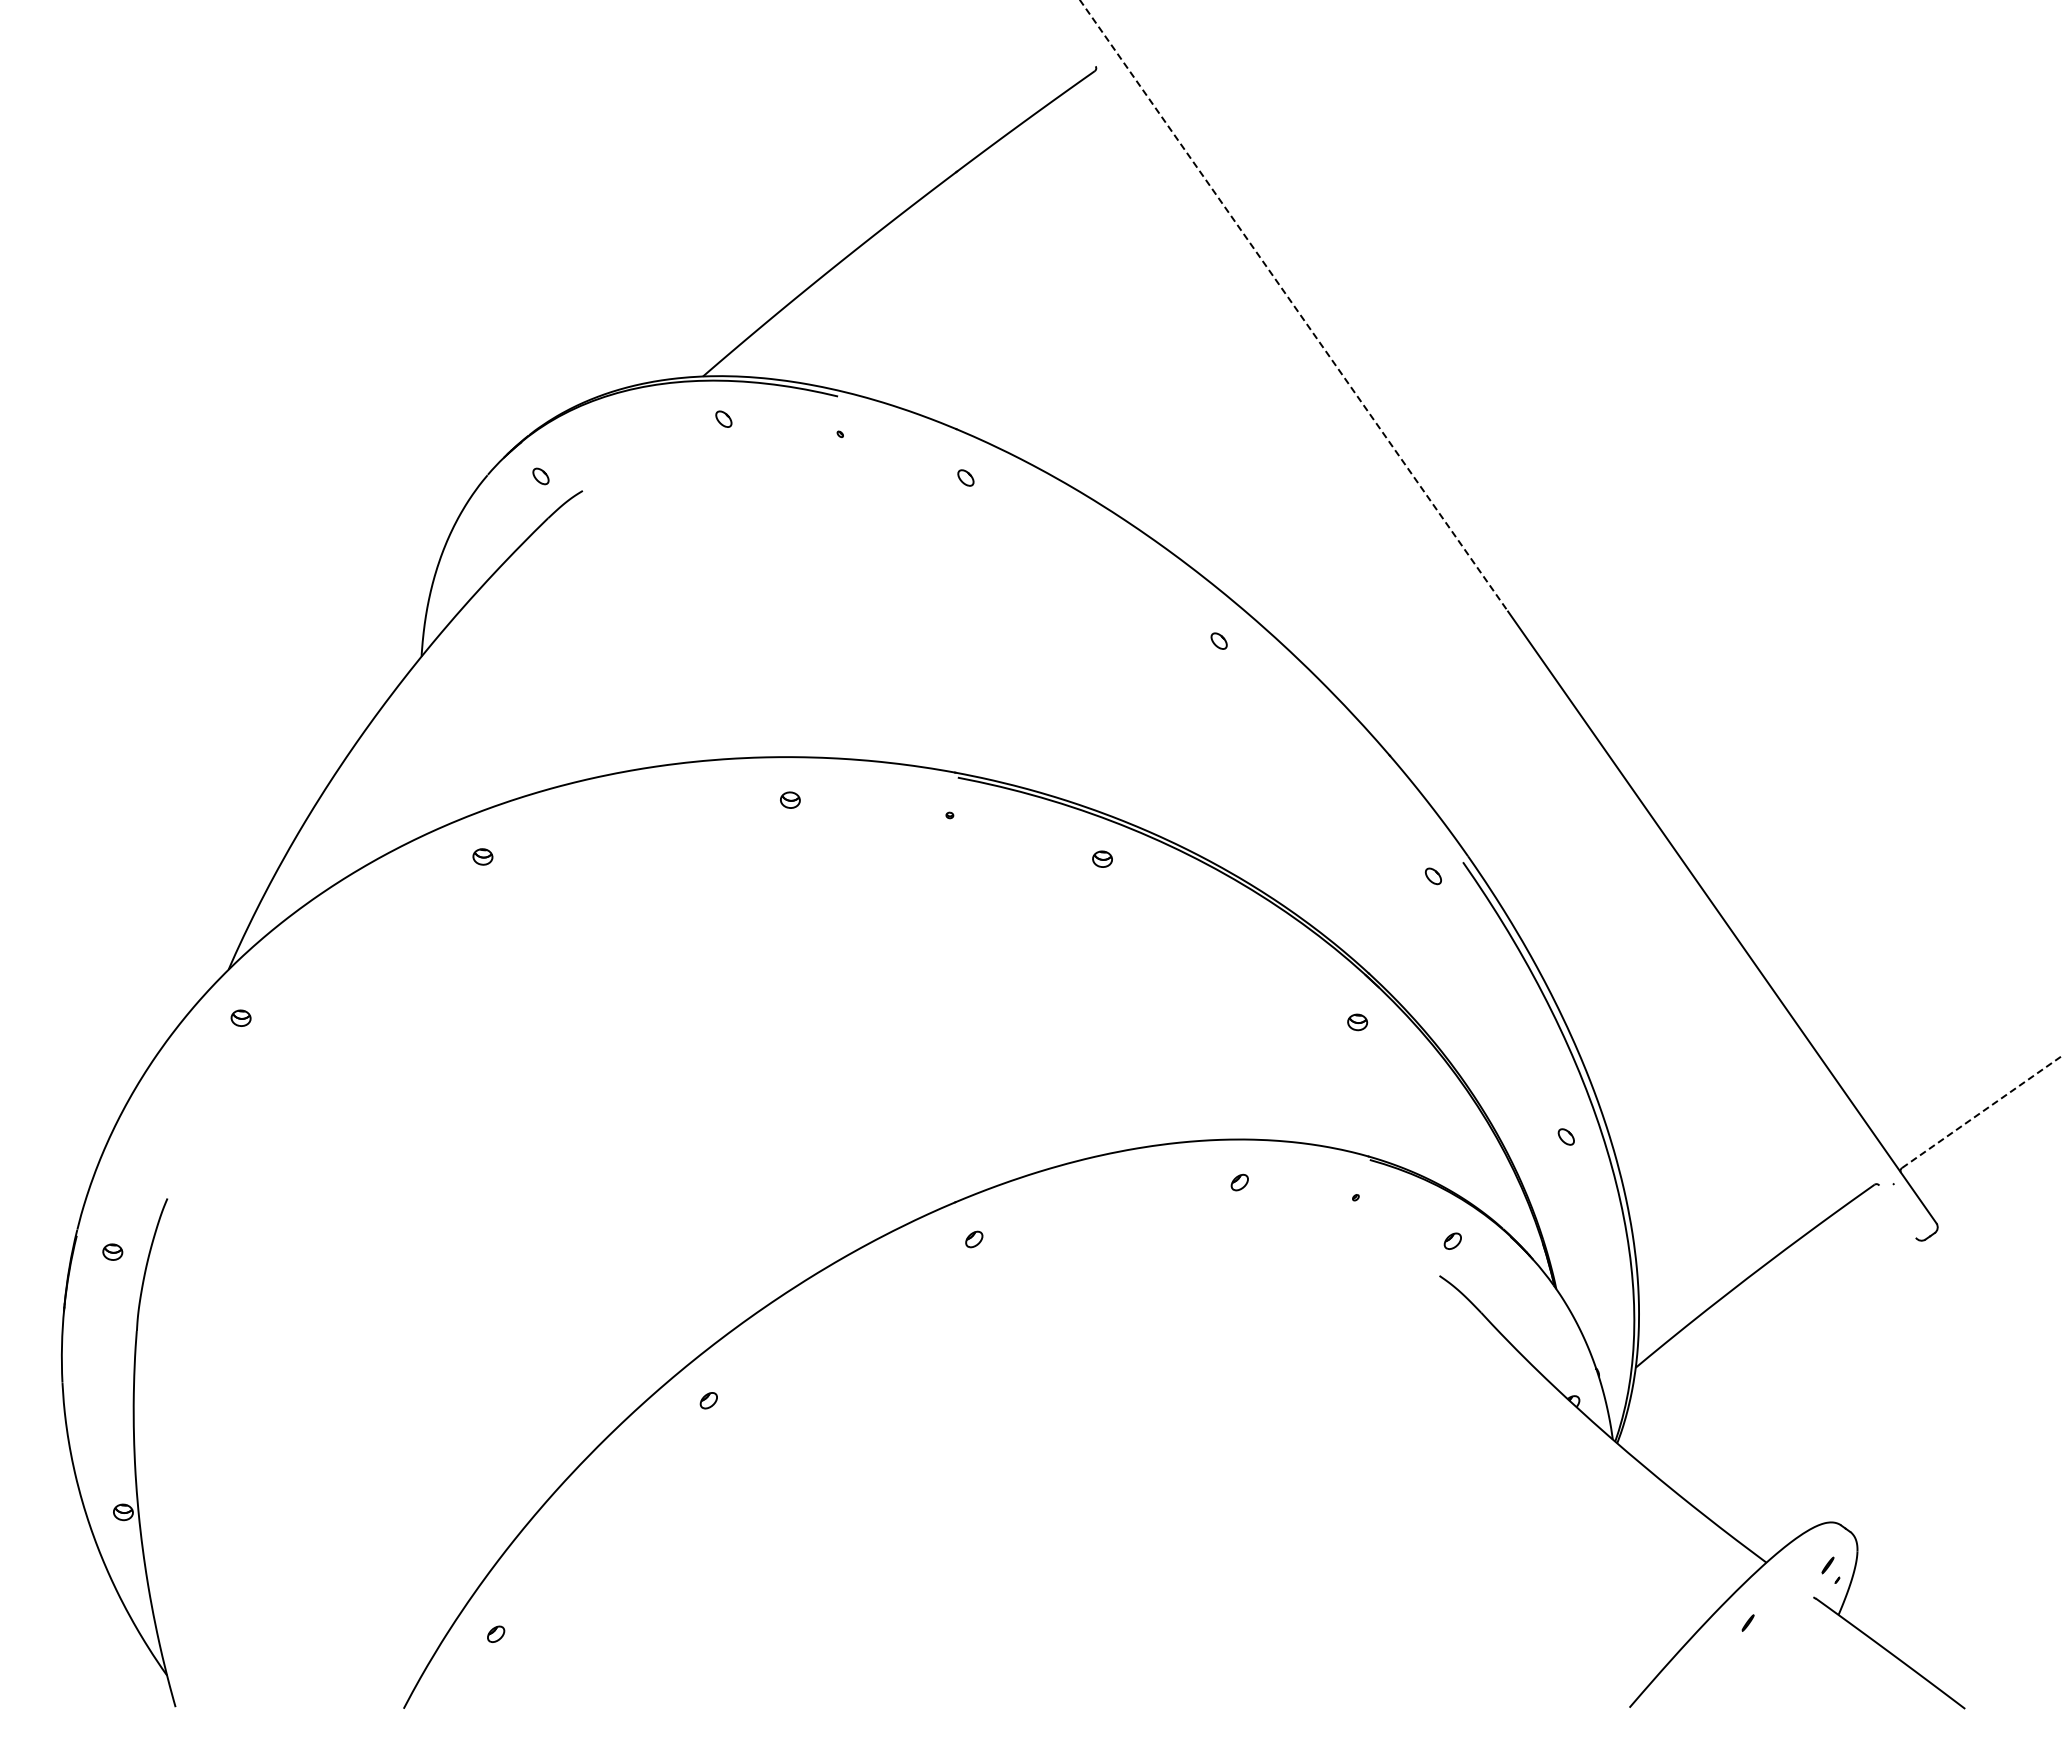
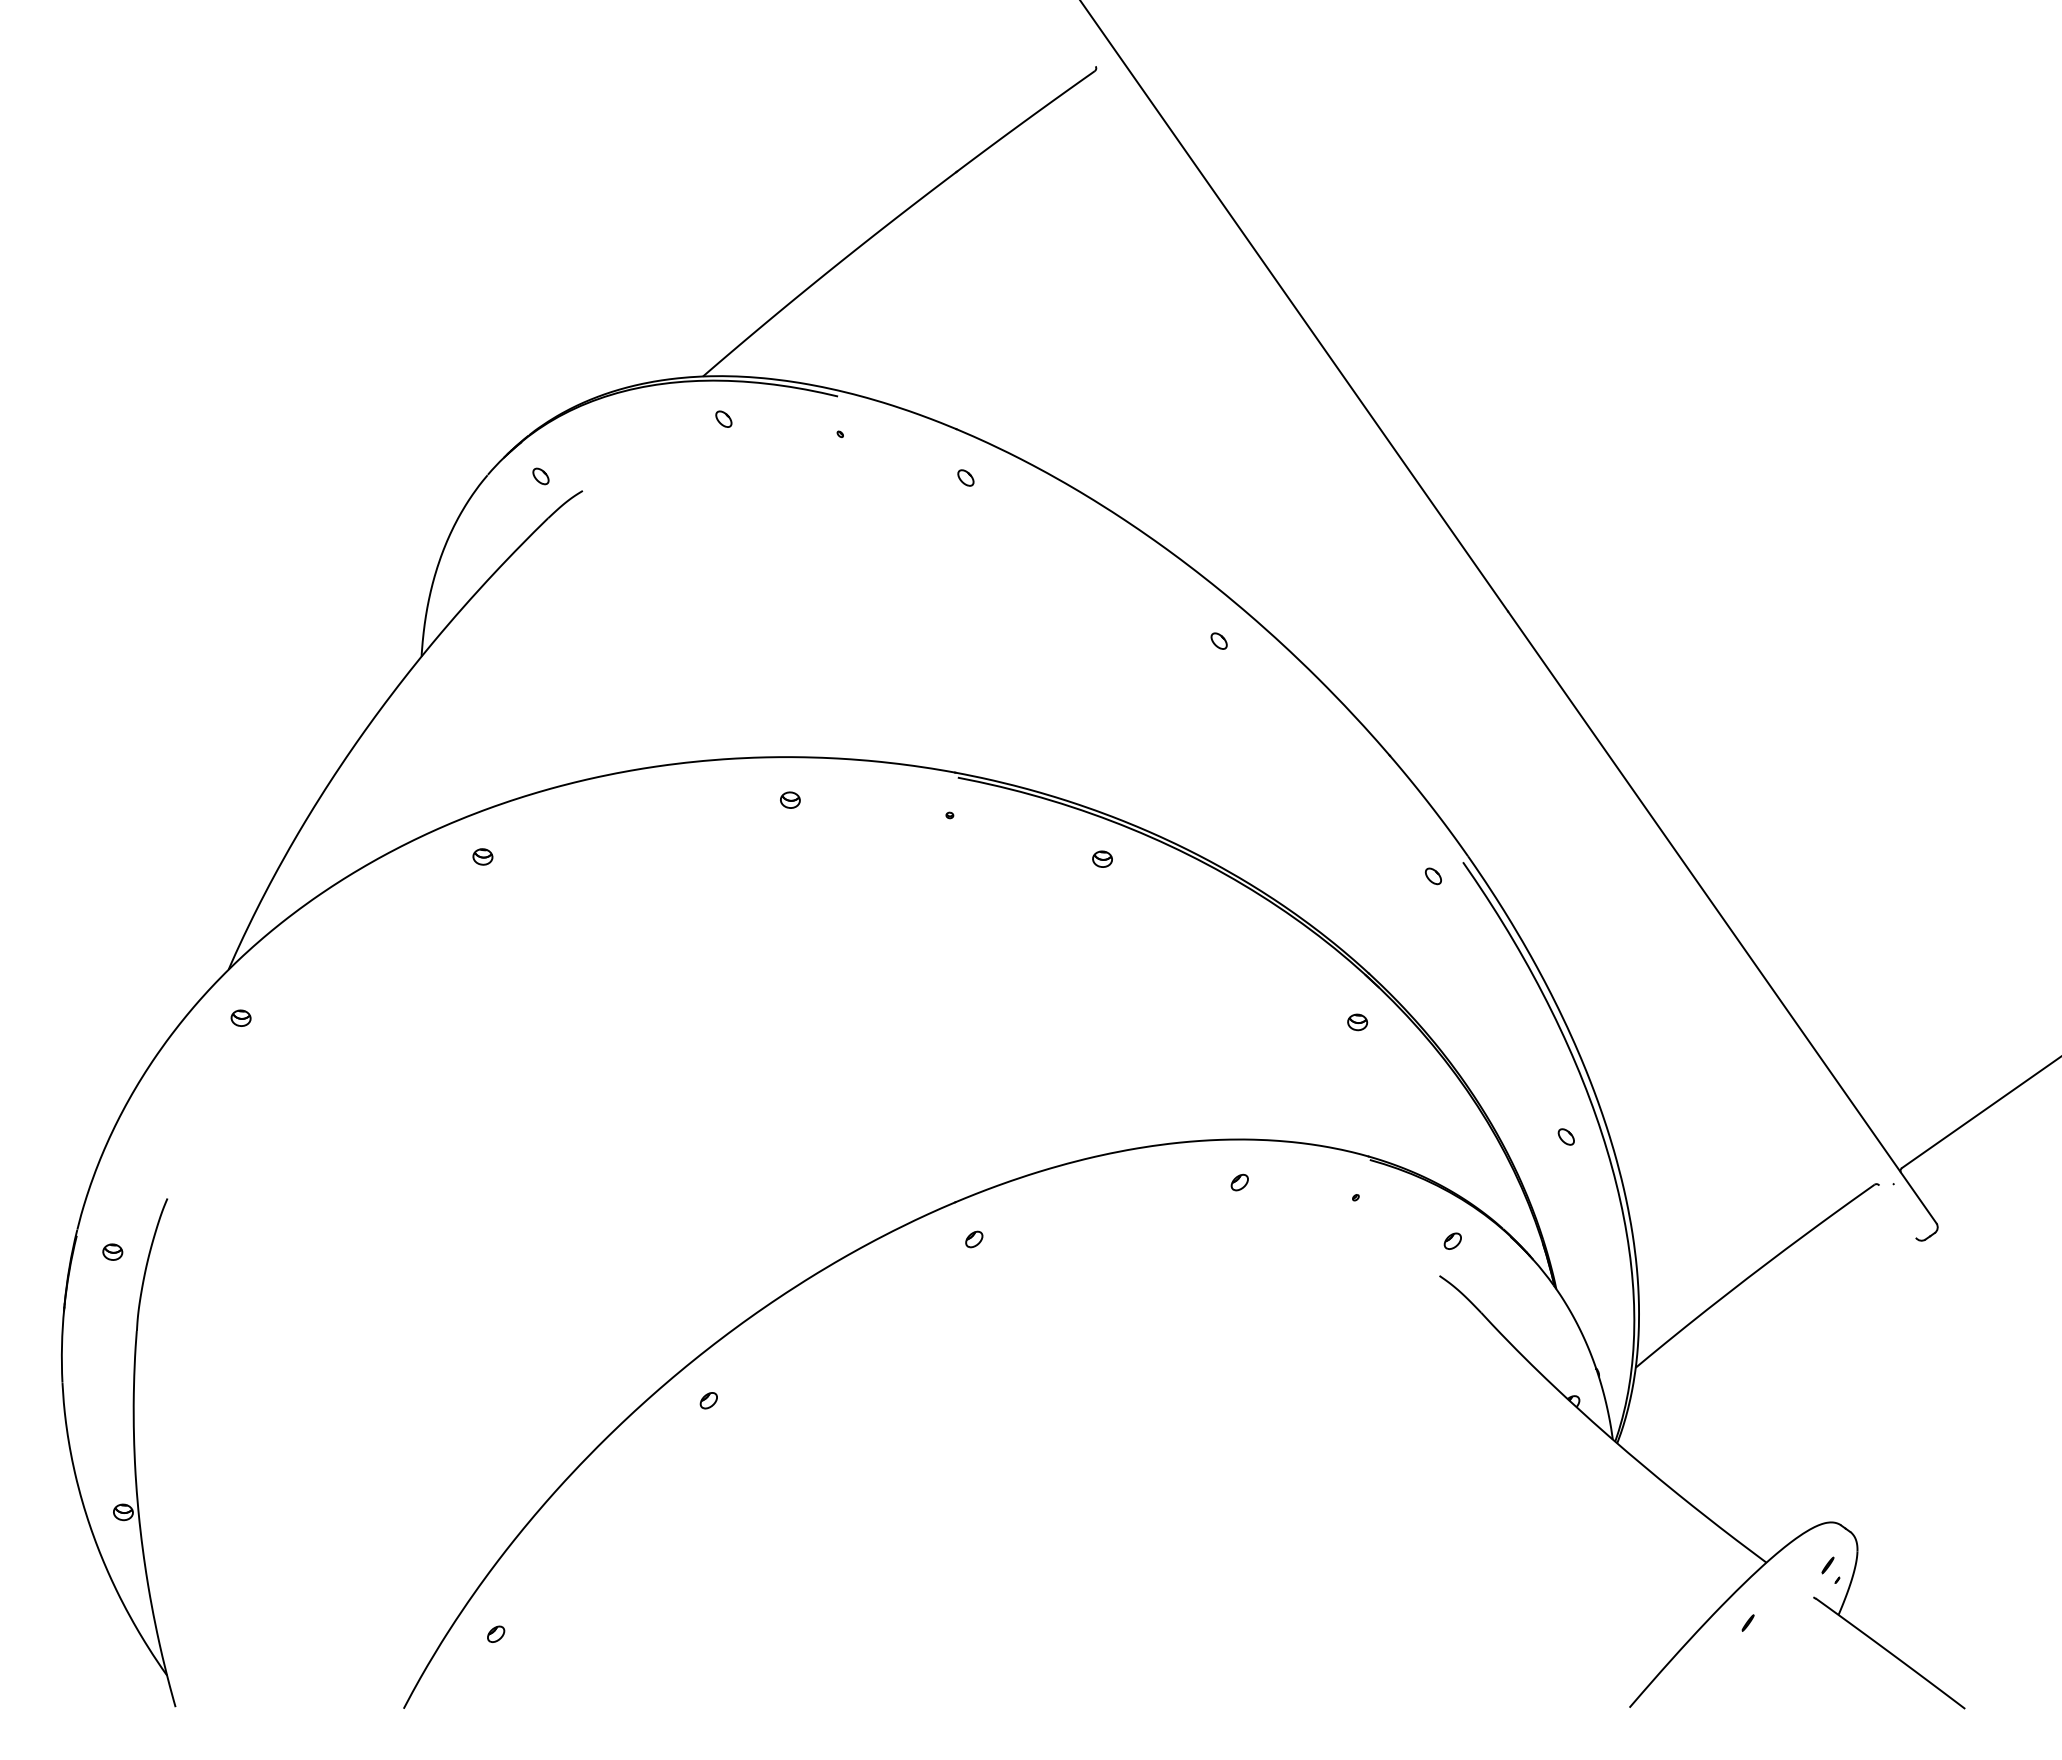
line at (1294, 306): dashed -> solid
line at (1982, 1111): dashed -> solid
